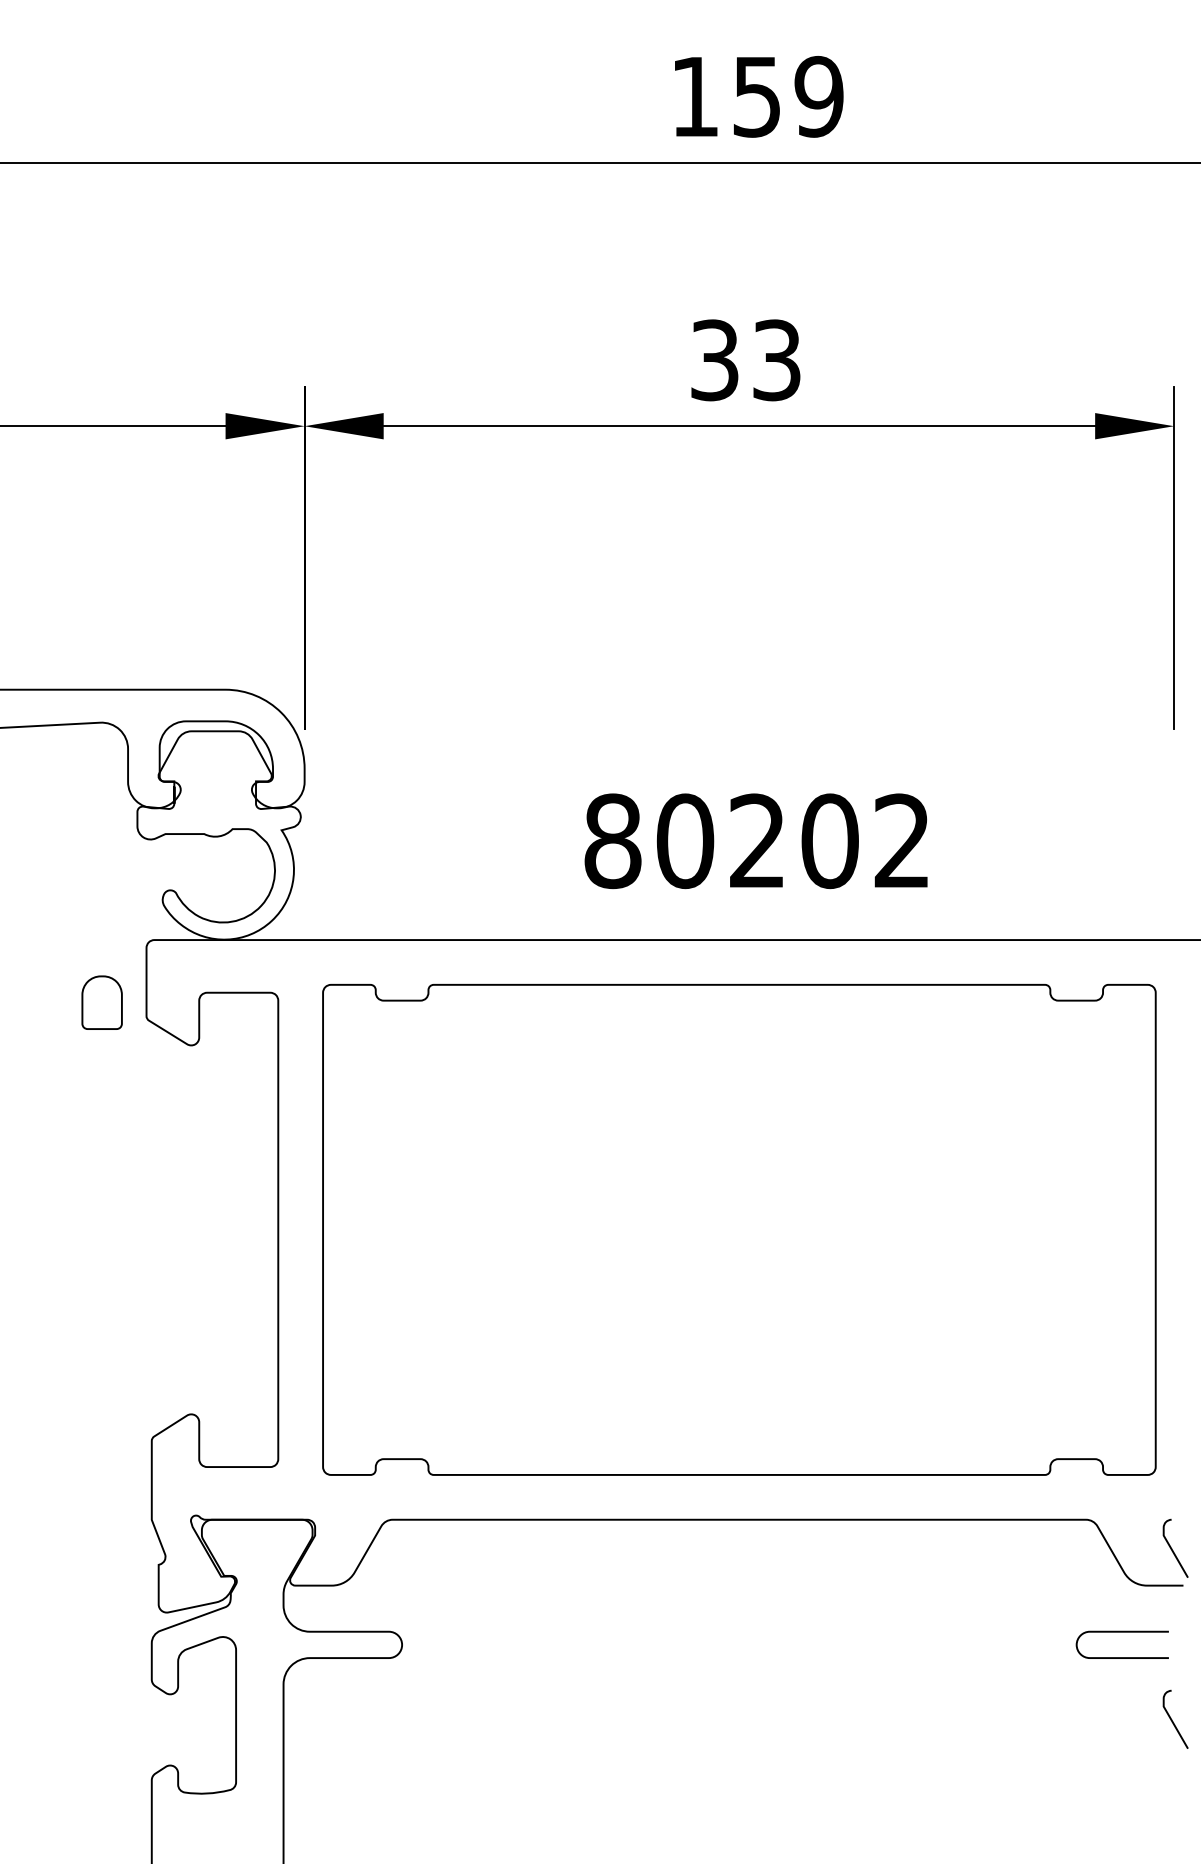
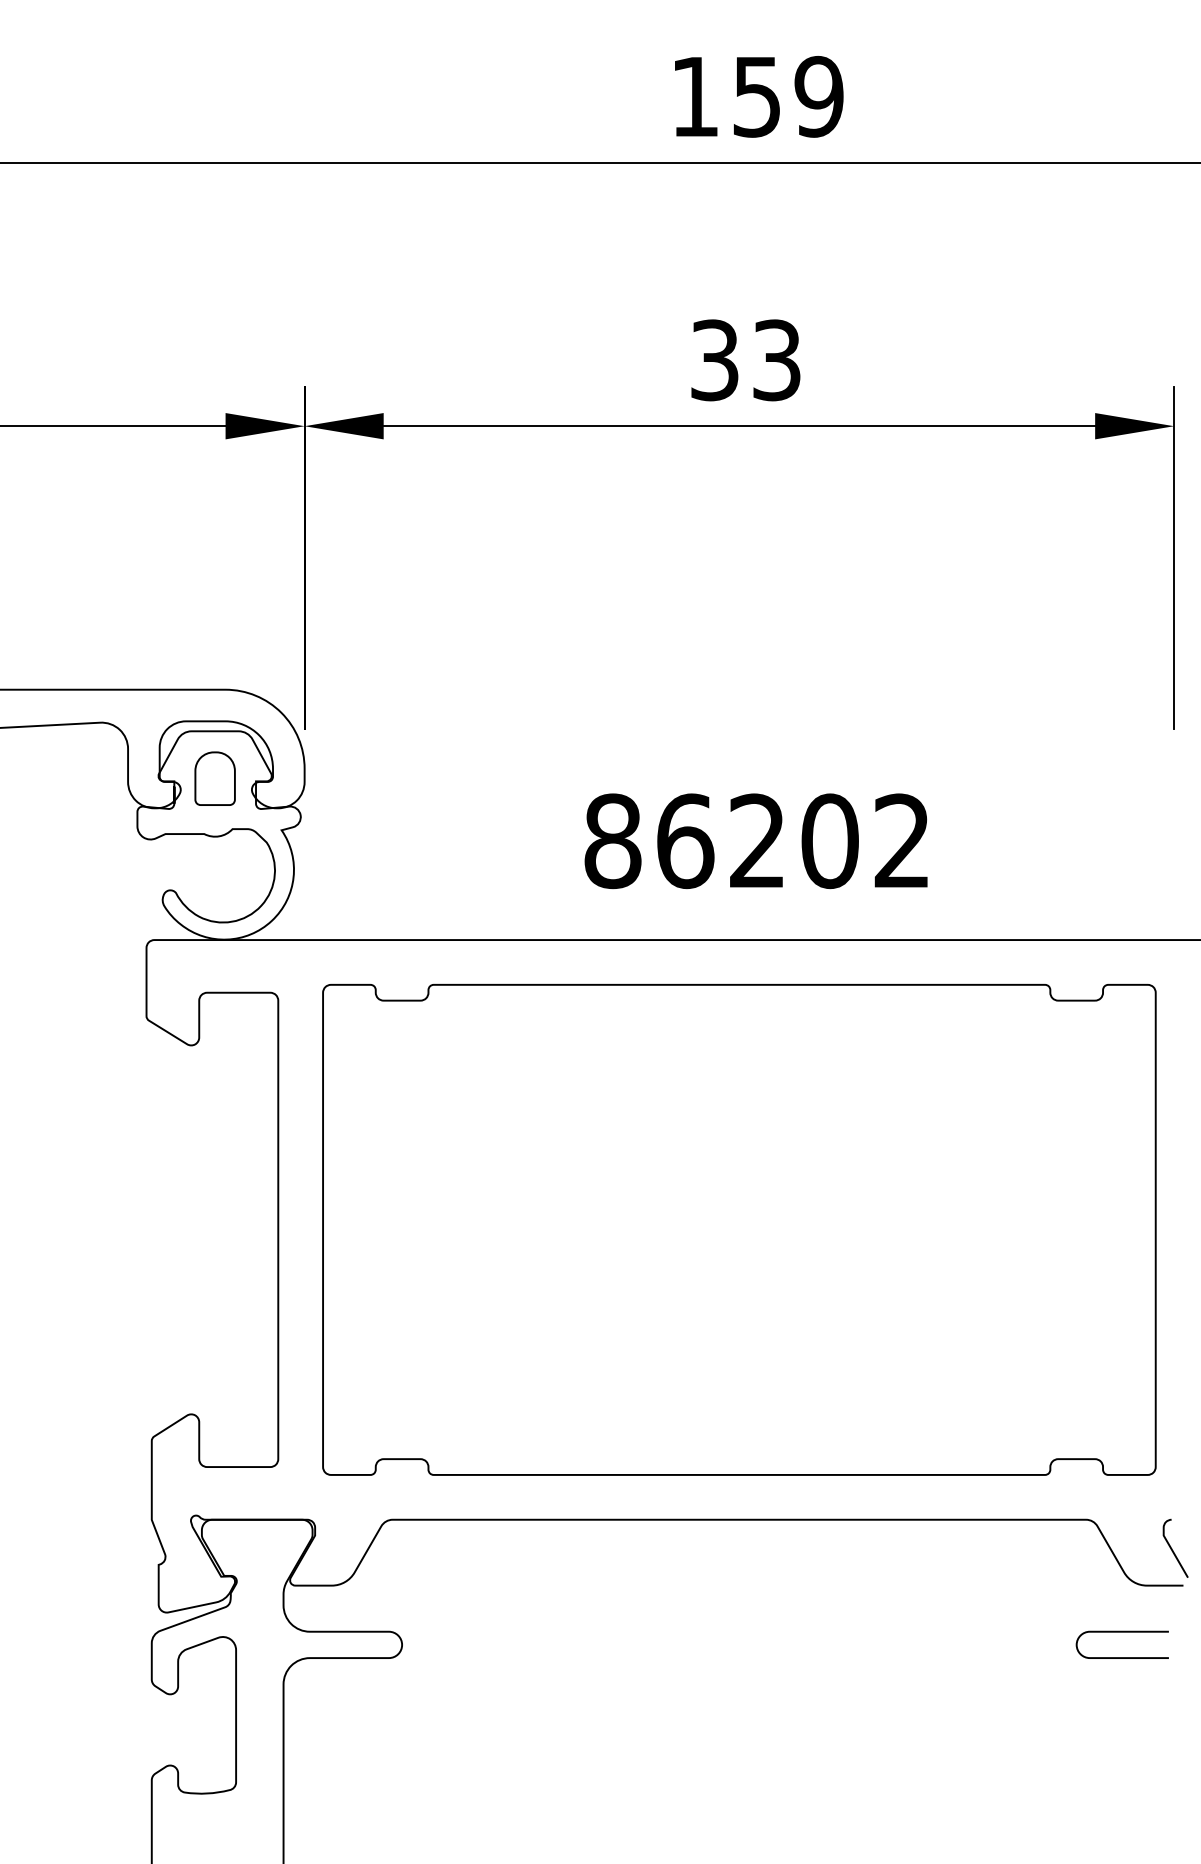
text at (685, 840): 80202 -> 86202
part at (101, 1002) position: (101, 1002) -> (214, 778)
curve at (1172, 1719): present -> none
